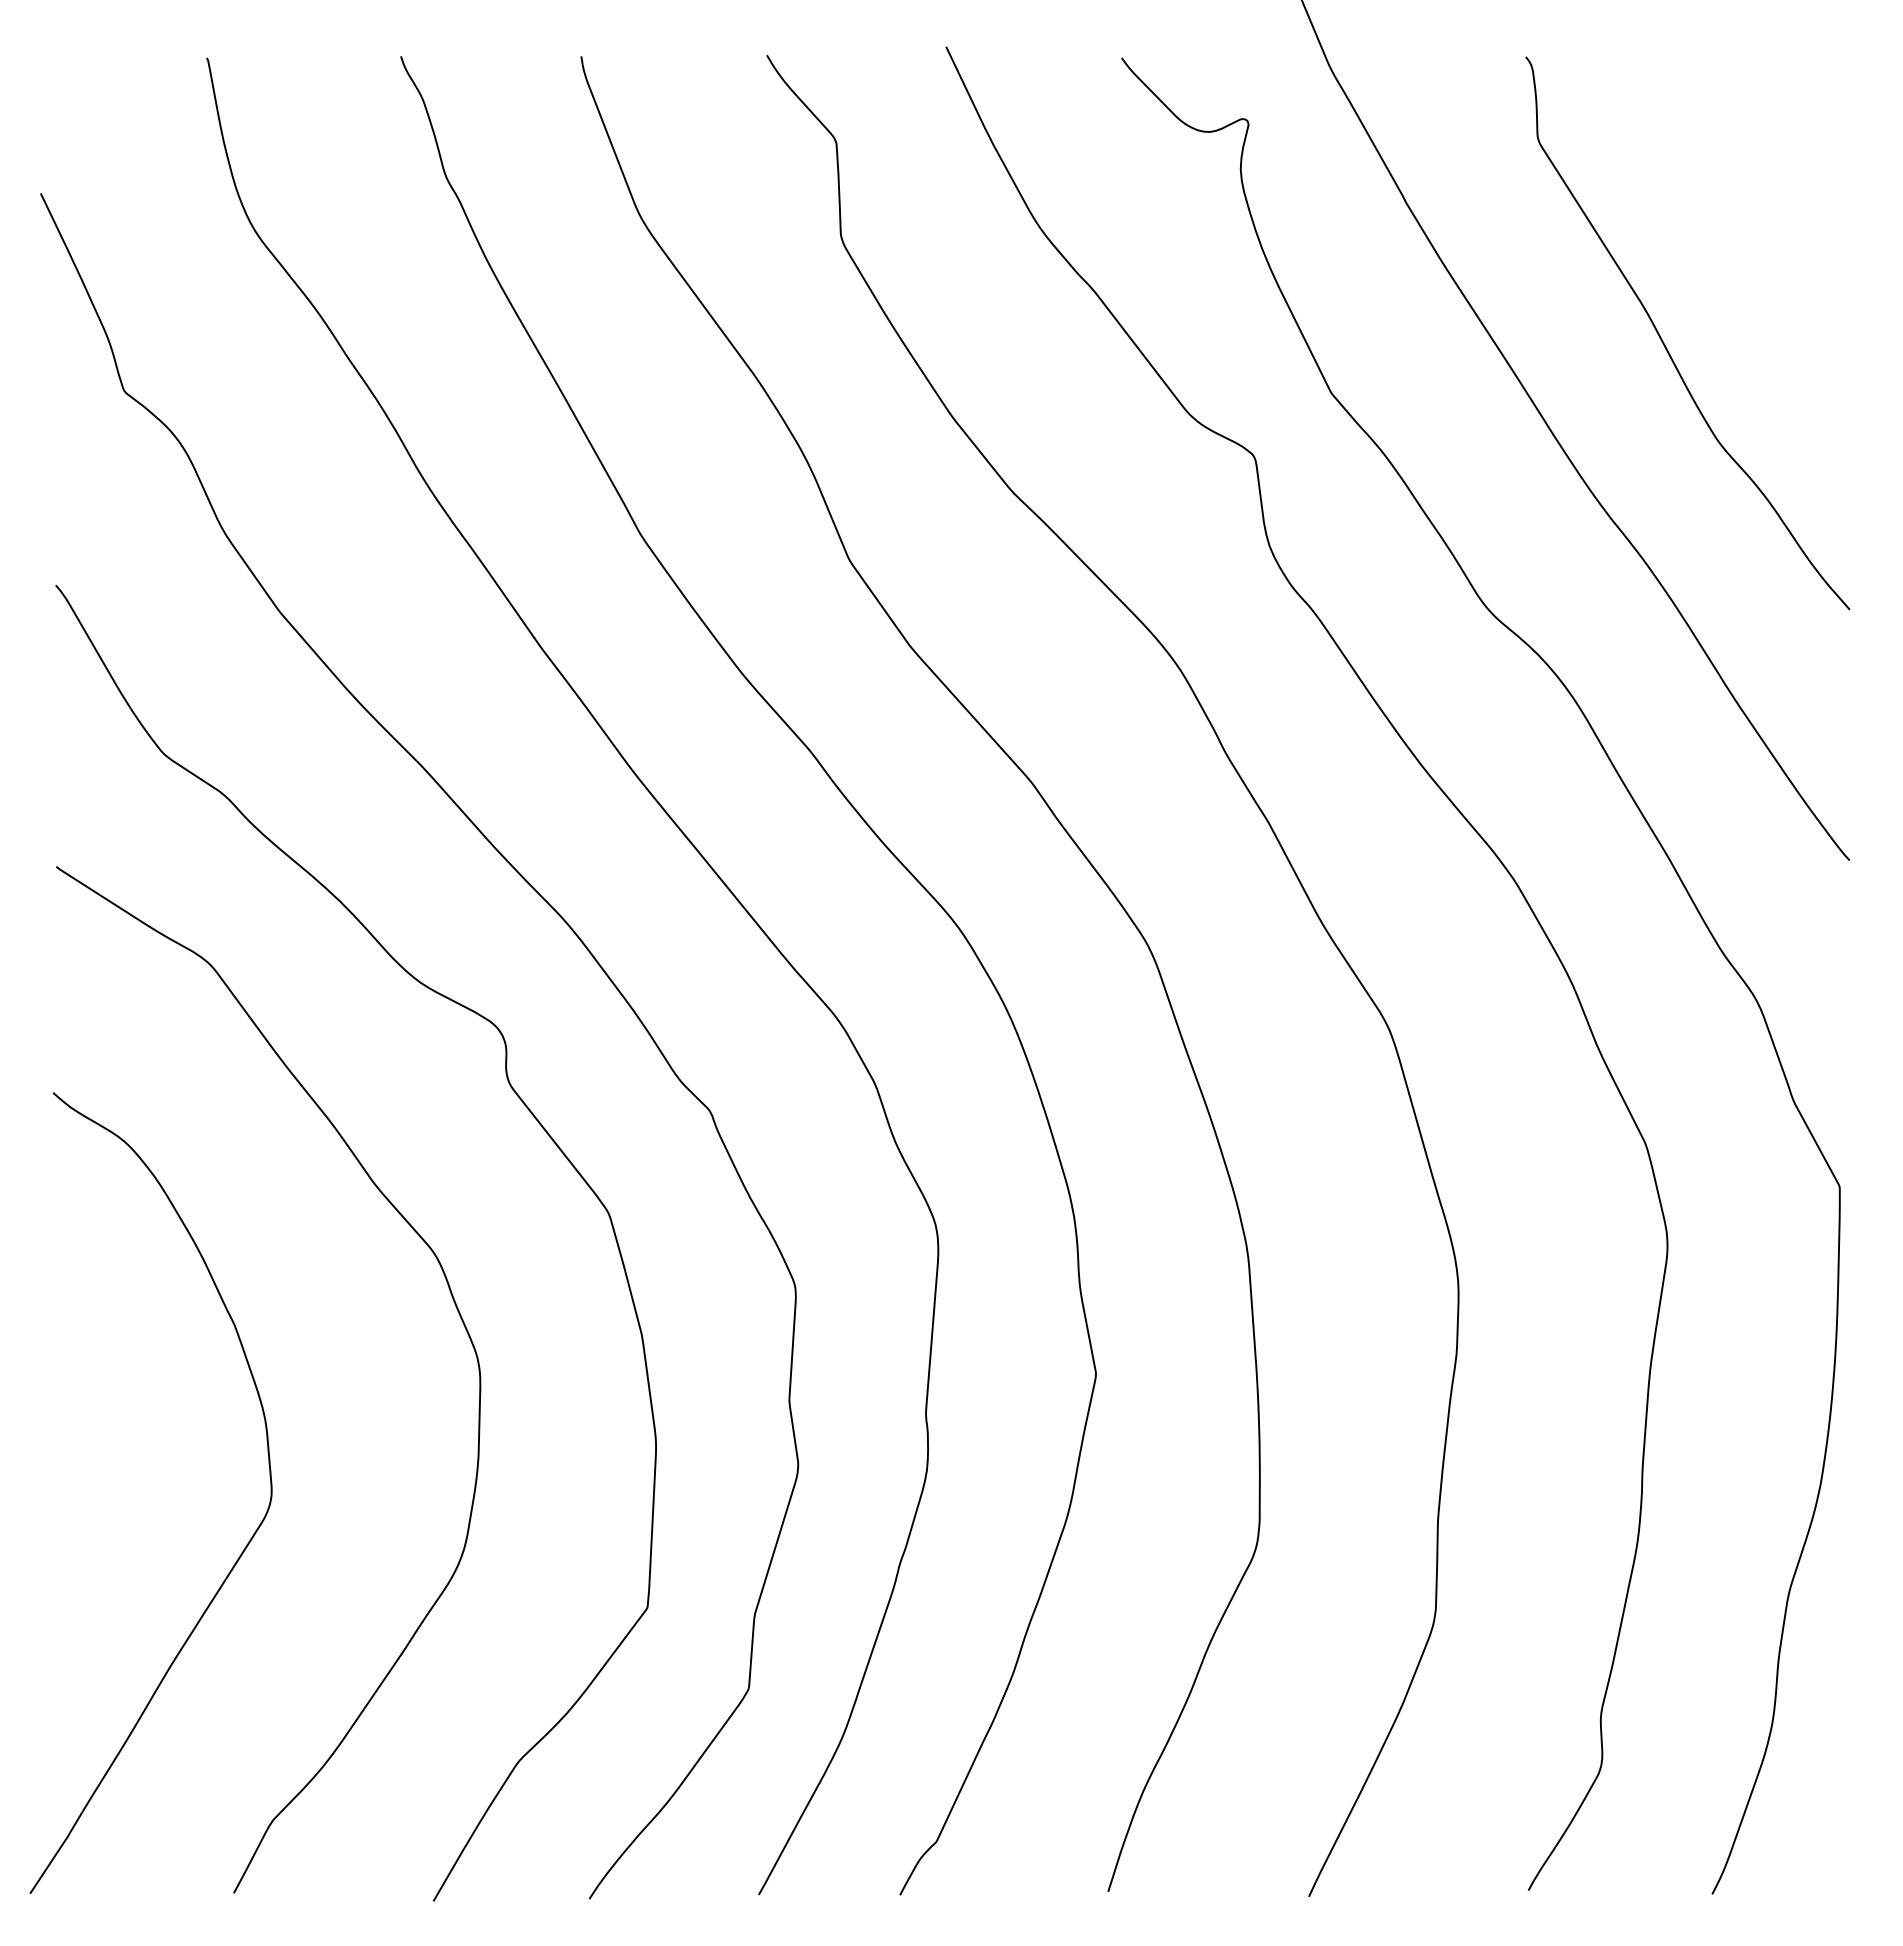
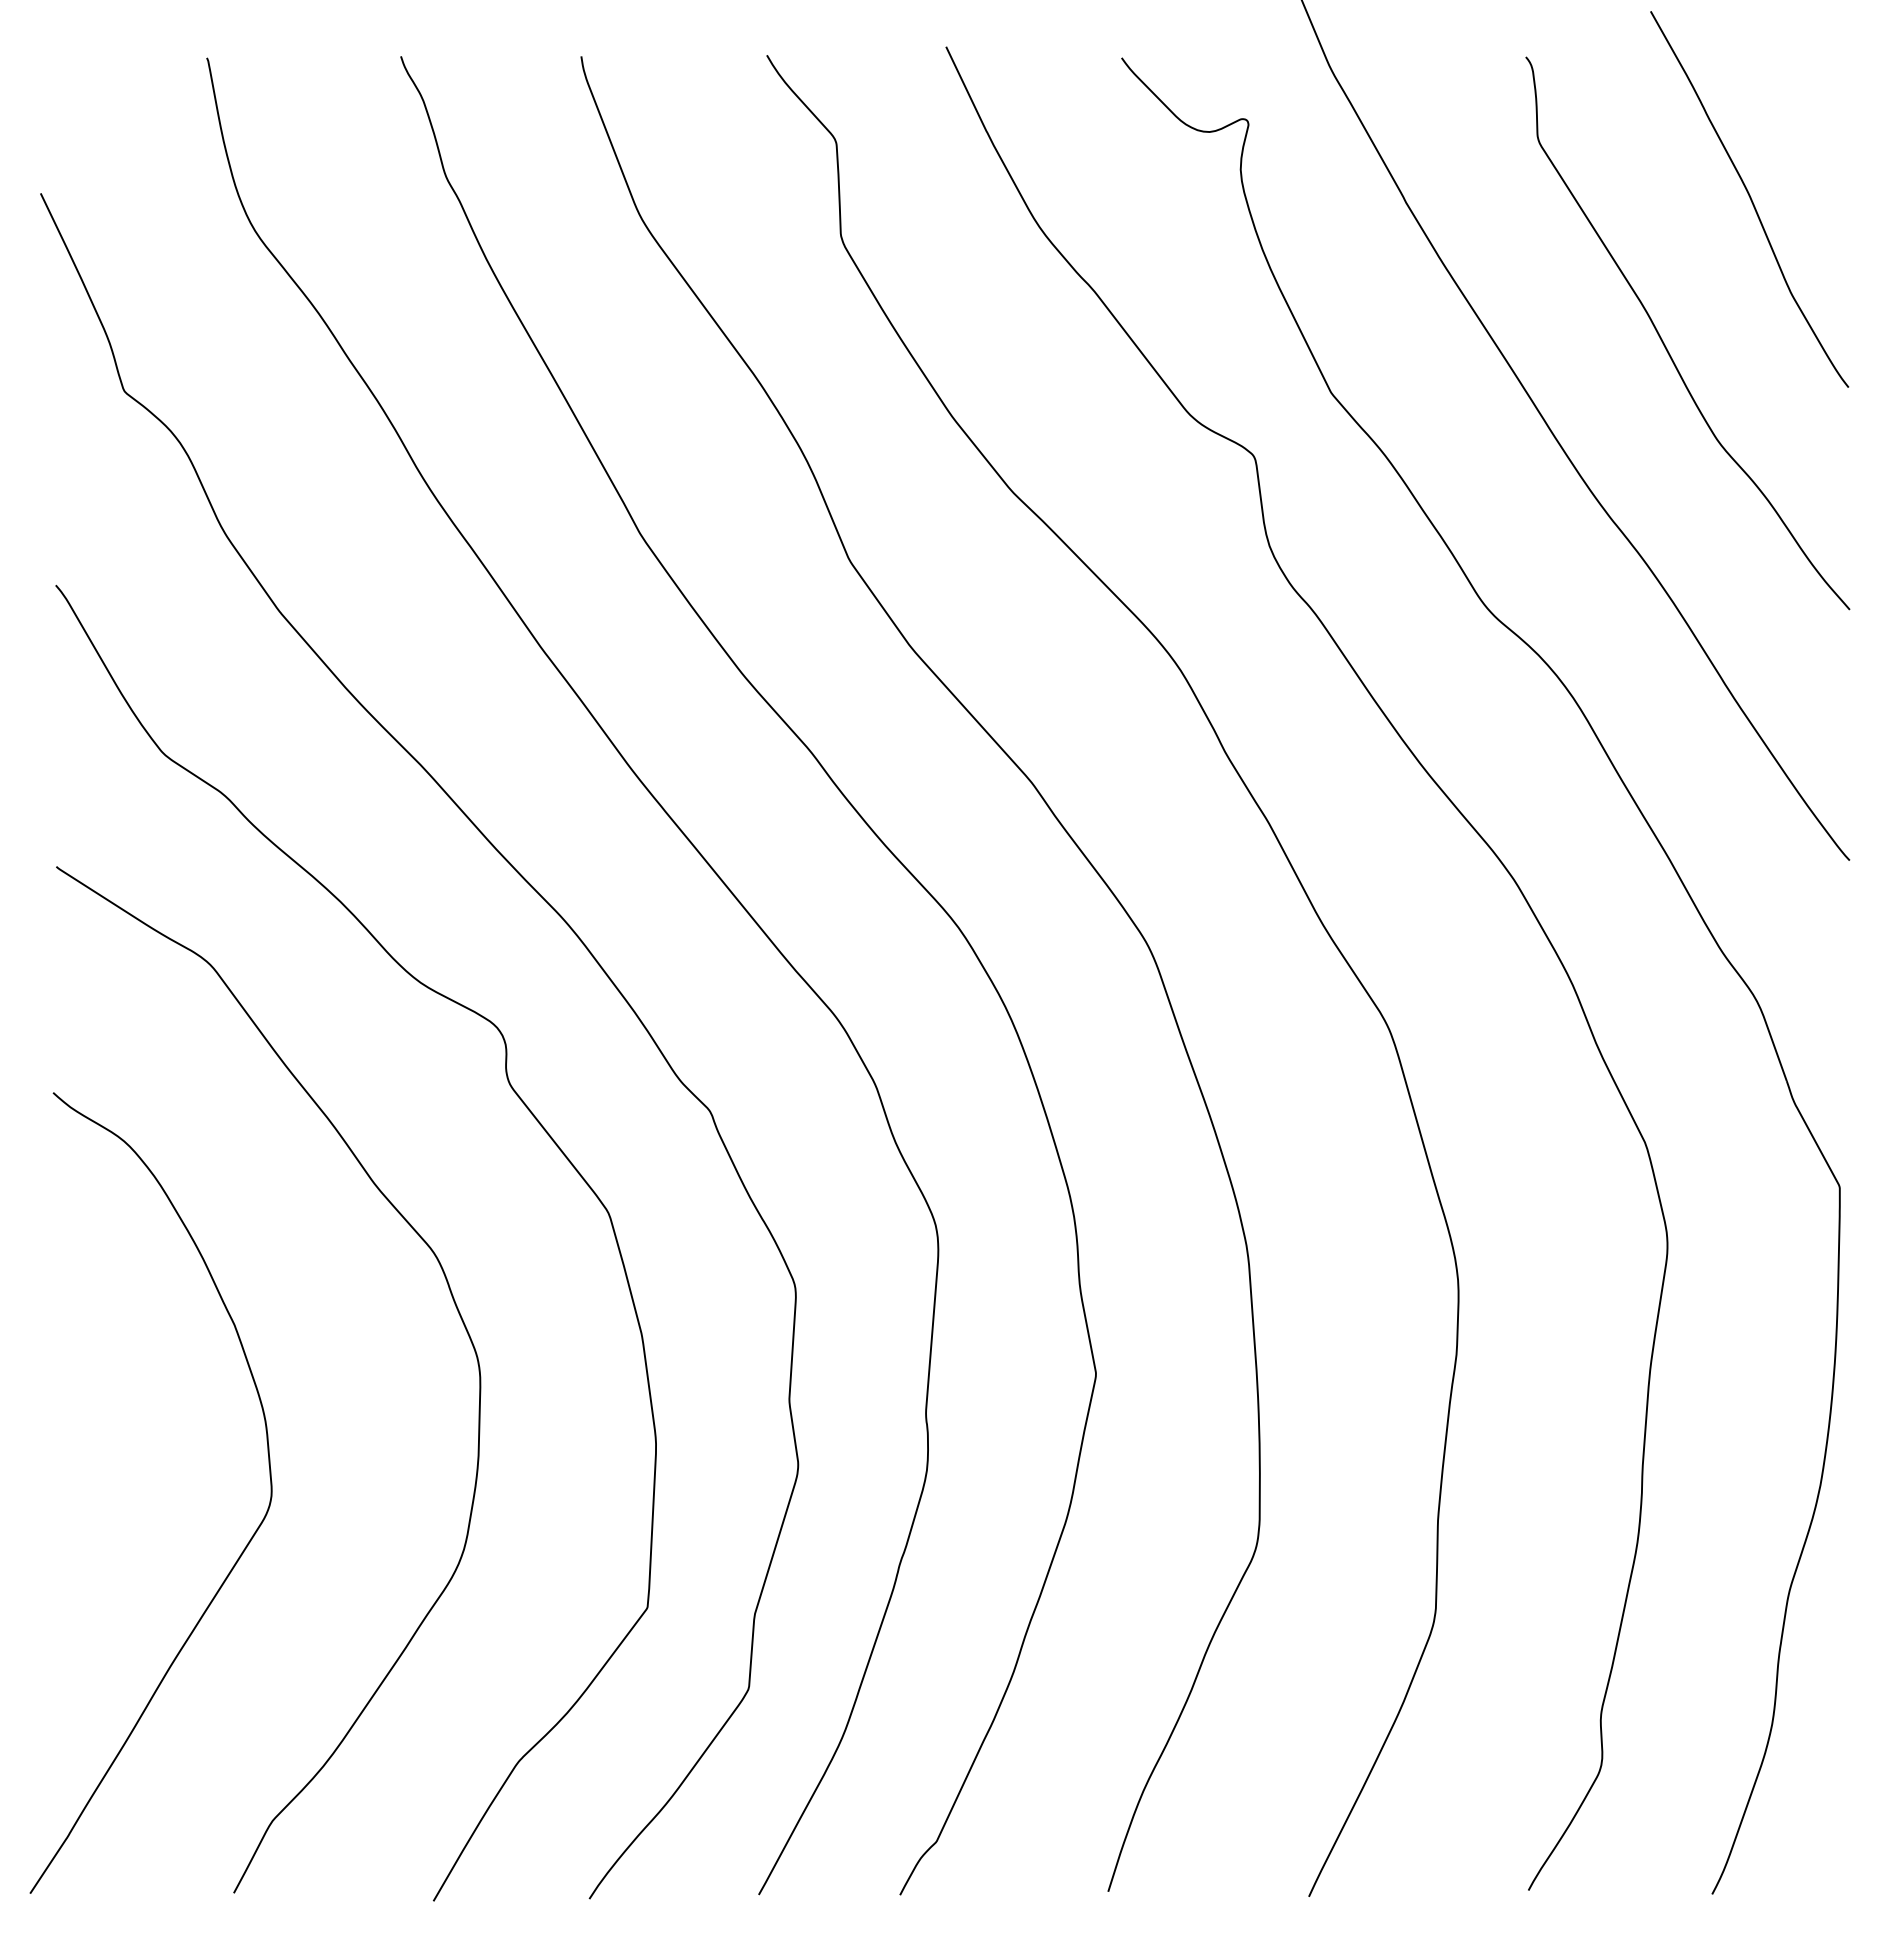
curve at (1749, 198): none -> present
